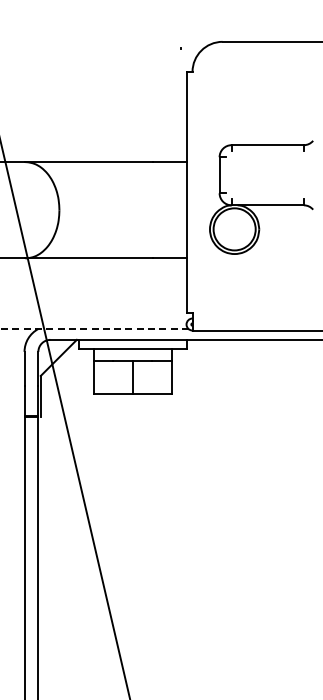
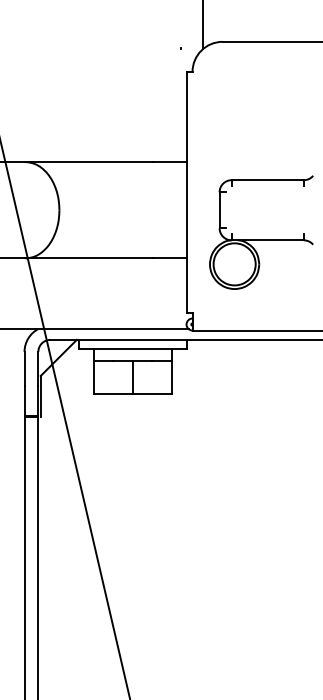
line at (203, 25): none -> present
part at (261, 204) position: (261, 204) -> (261, 239)
line at (94, 329): dashed -> solid
